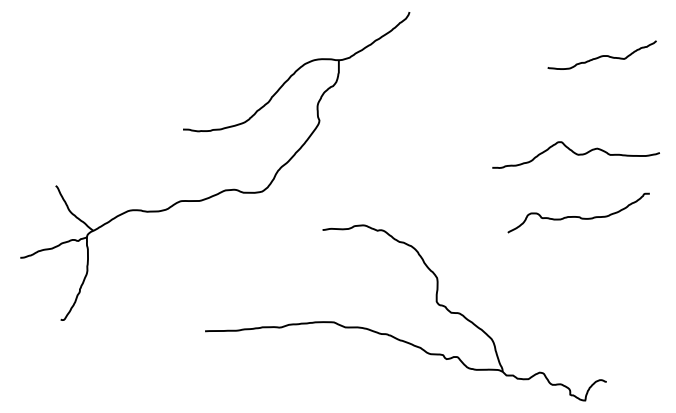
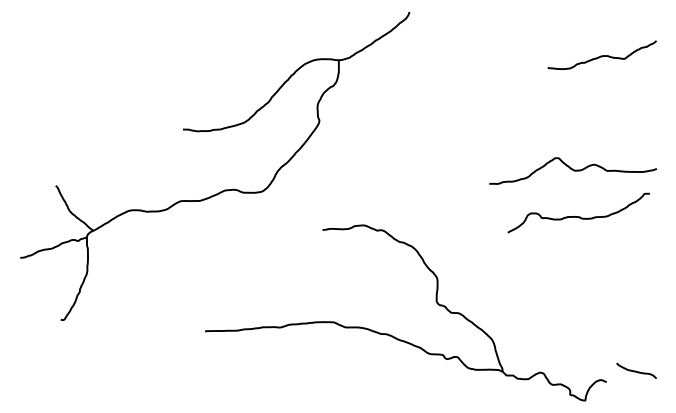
curve at (575, 154) position: (575, 154) -> (572, 170)
curve at (636, 370): none -> present
